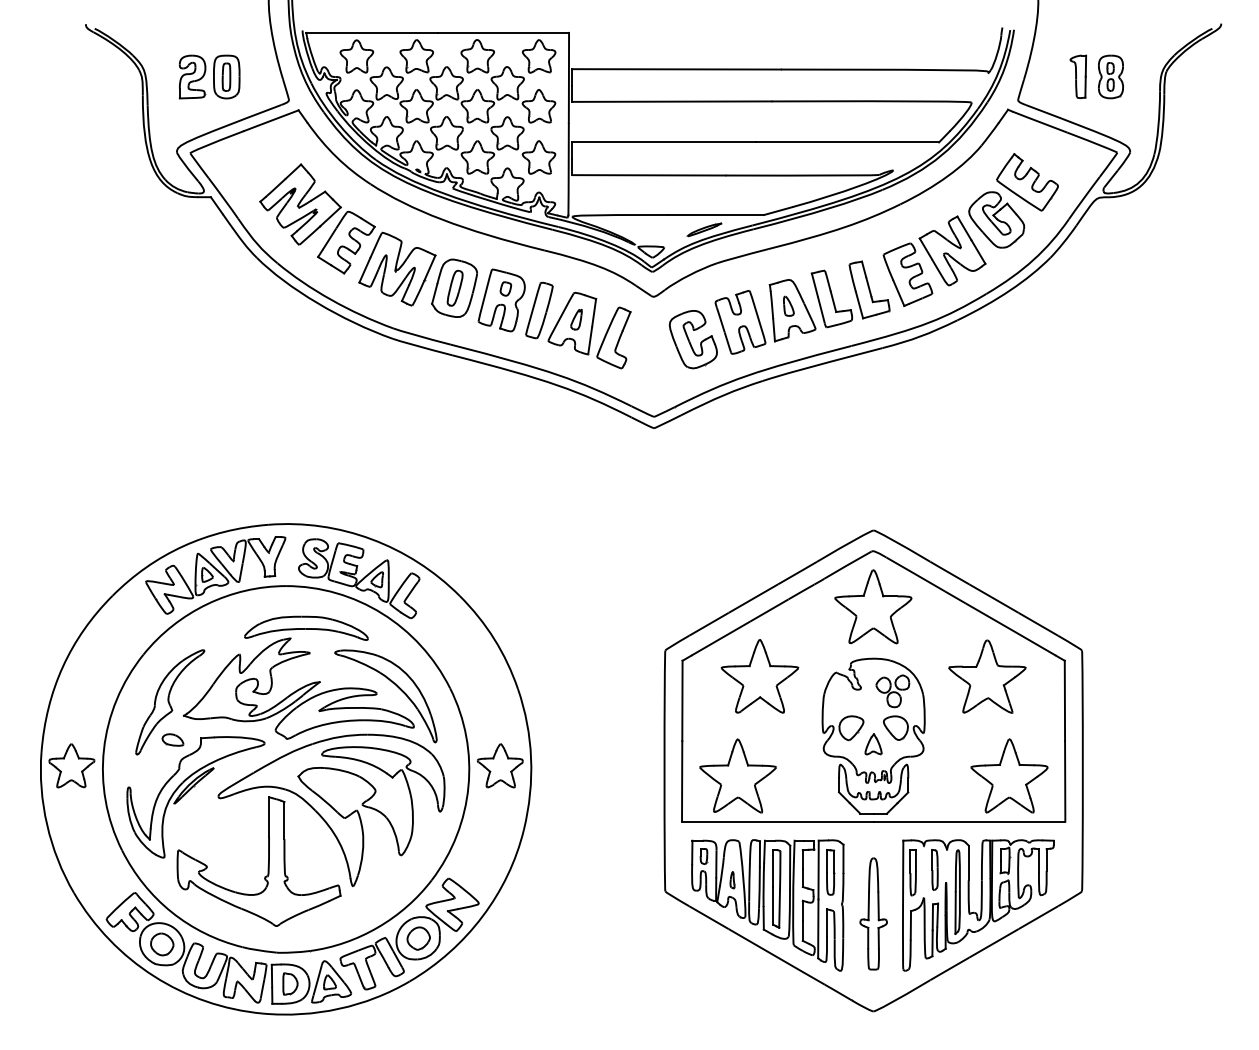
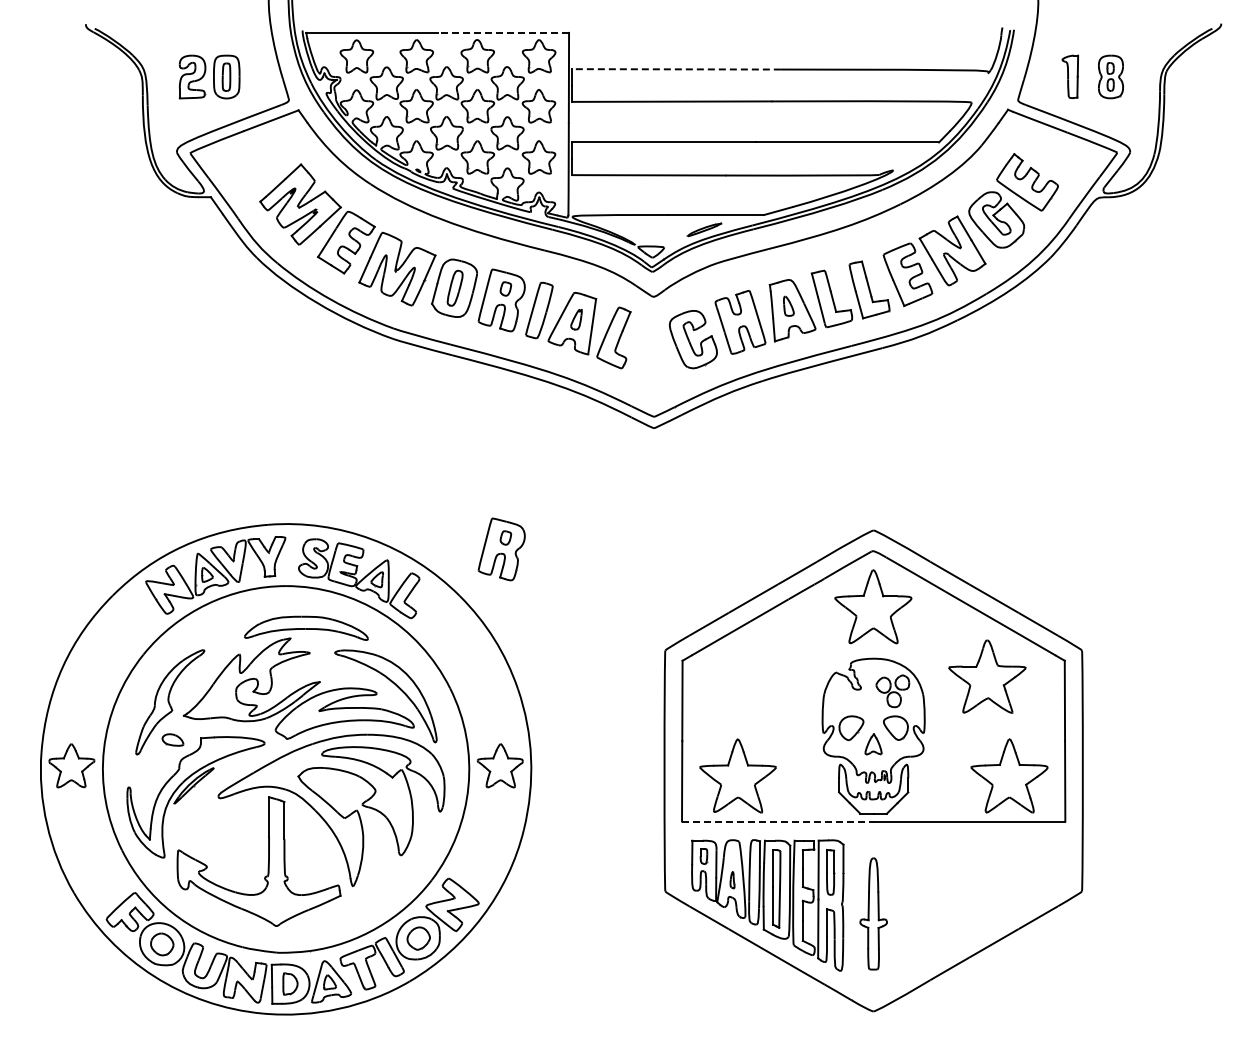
line at (503, 32): solid -> dashed
line at (676, 69): solid -> dashed
part at (1078, 76) position: (1078, 76) -> (1070, 76)
part at (501, 549): none -> present
part at (759, 676): present -> none
line at (777, 821): solid -> dashed
part at (978, 905): present -> none
